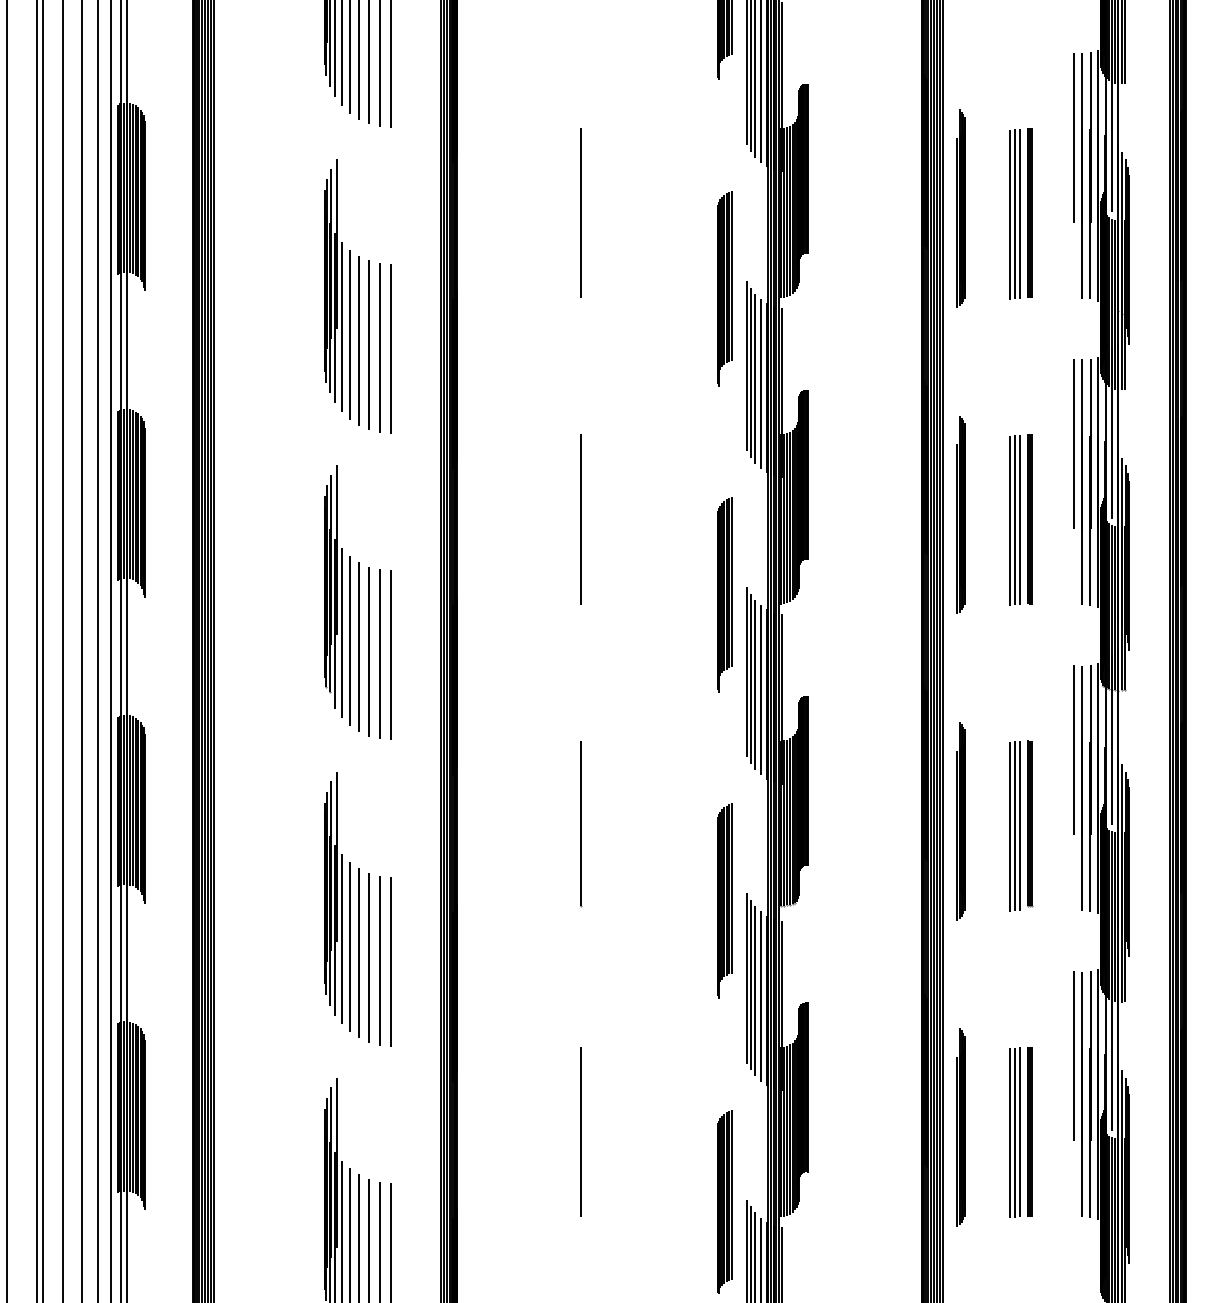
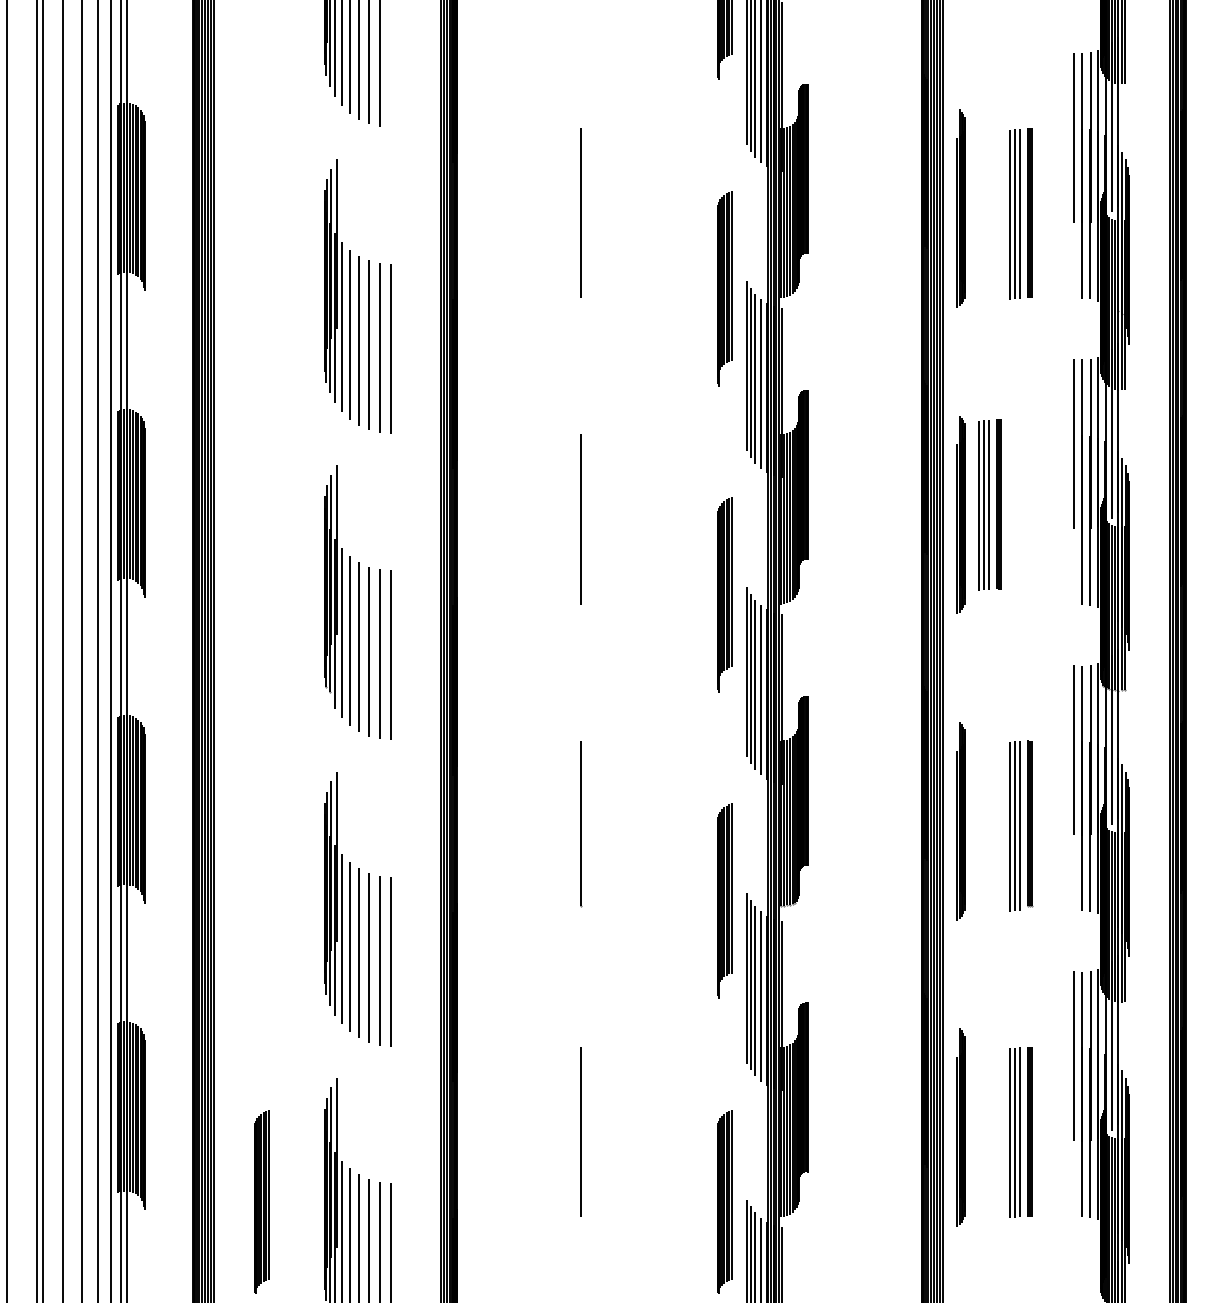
line at (391, 65): present -> none
part at (1020, 519) position: (1020, 519) -> (989, 504)
part at (261, 1201): none -> present
